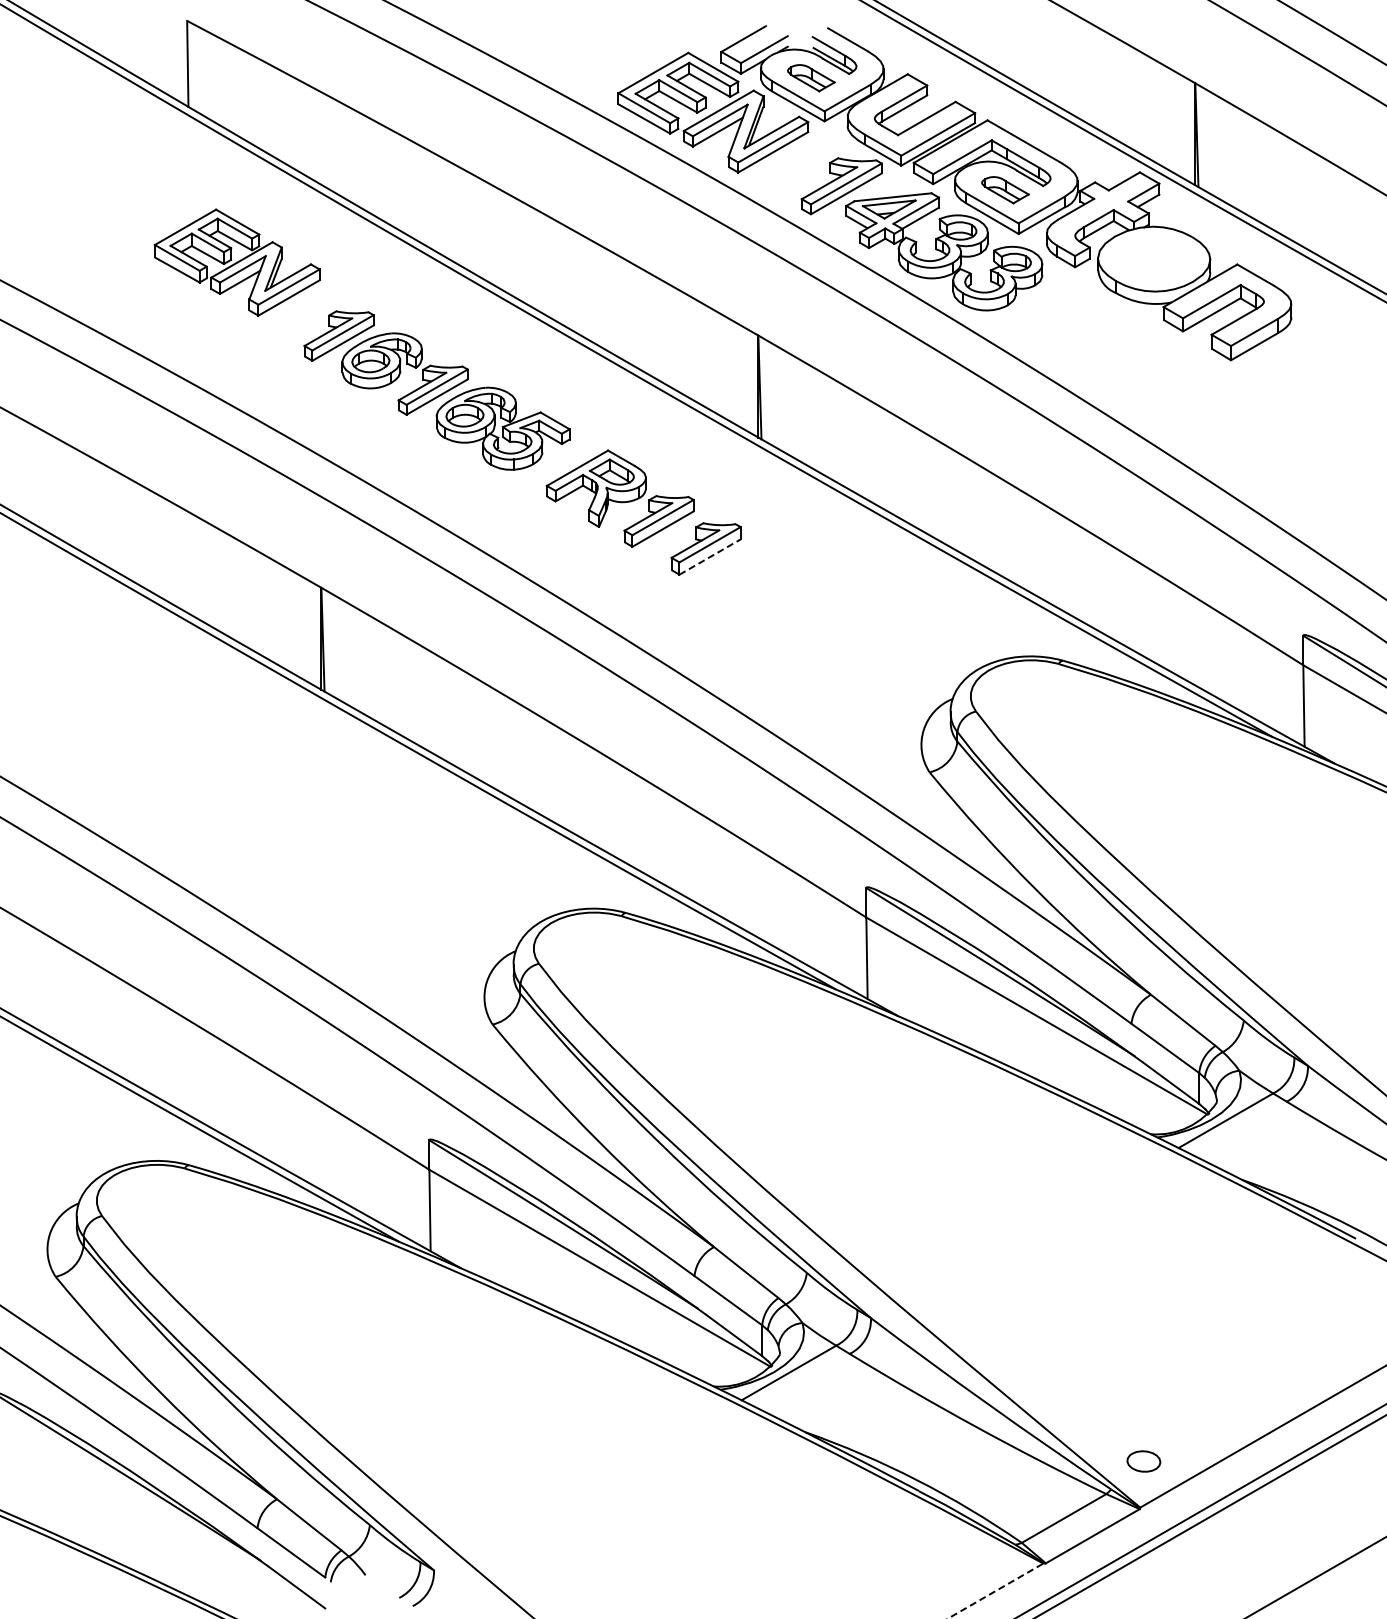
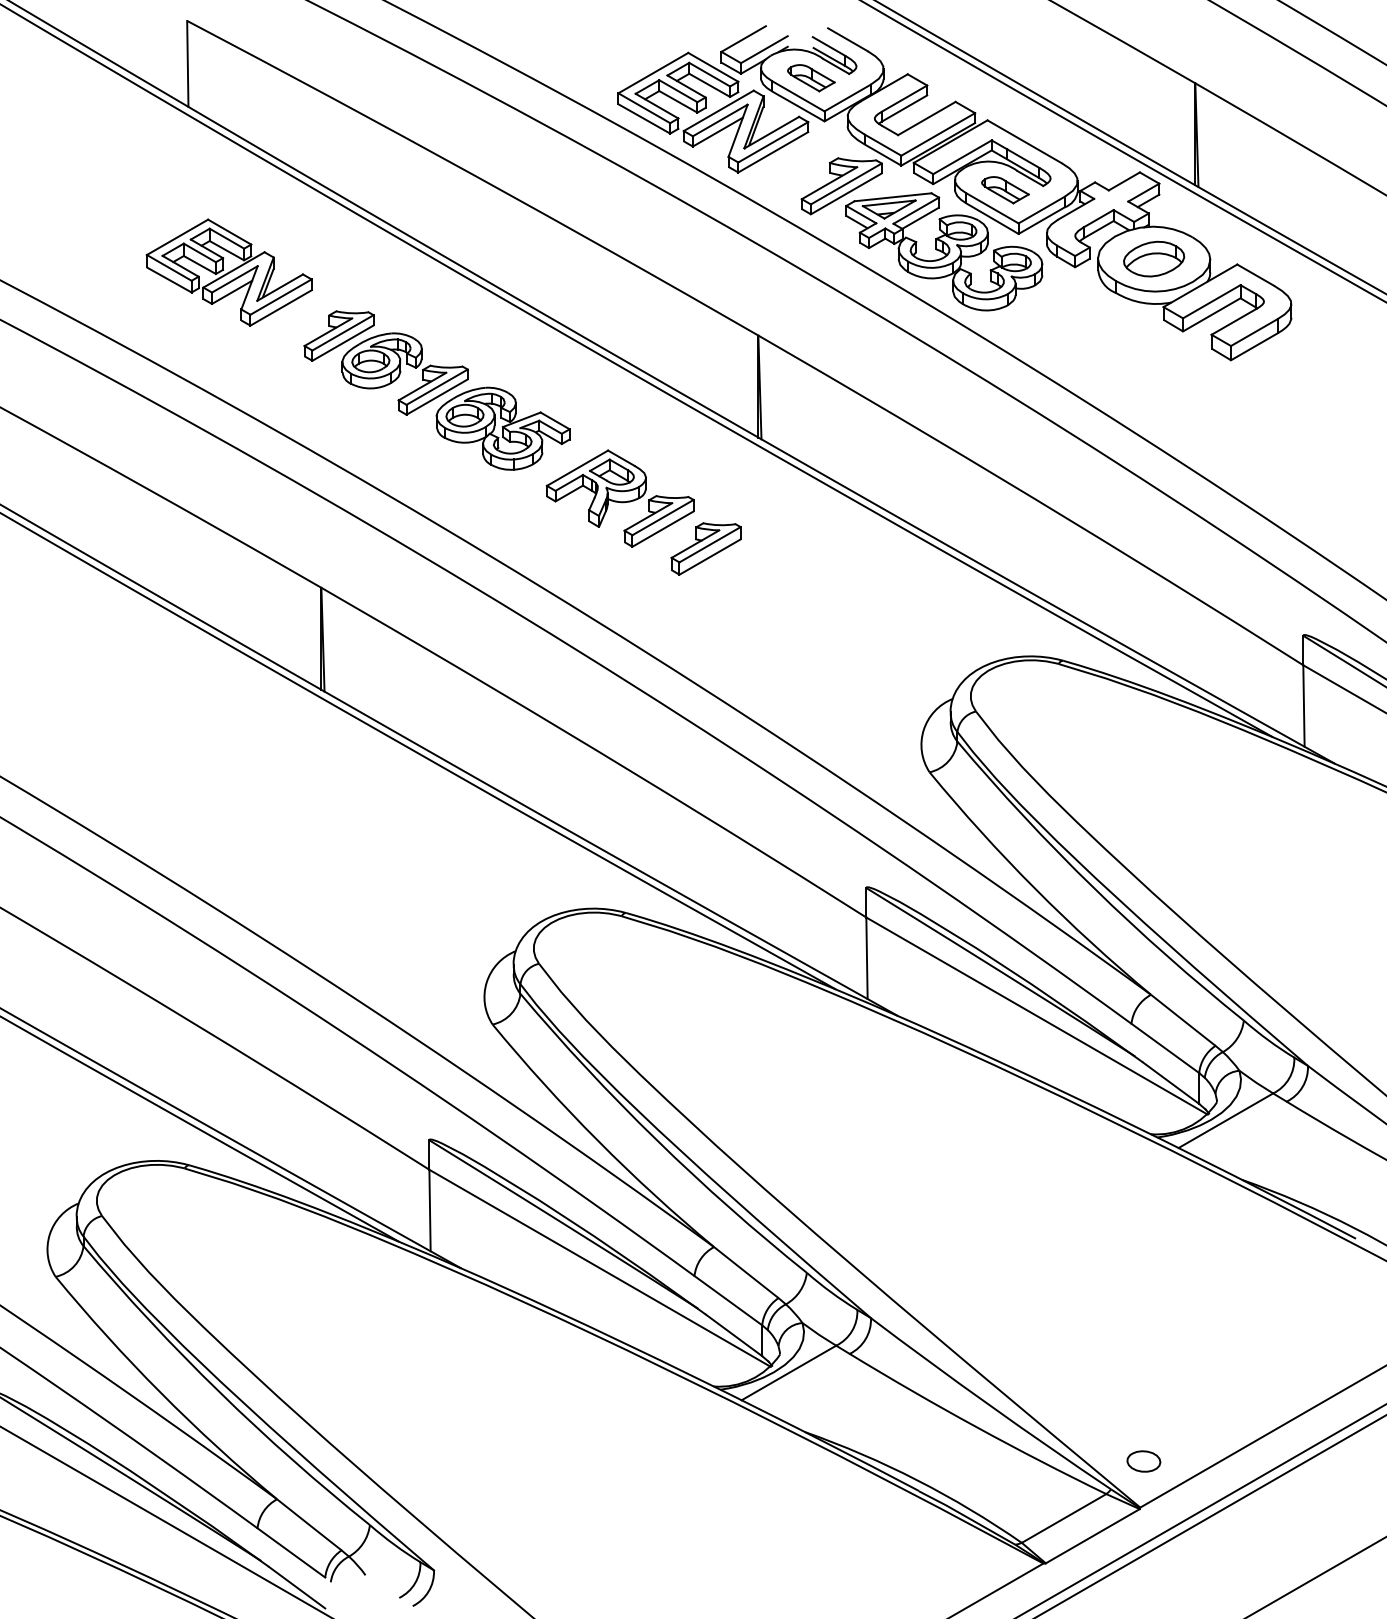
part at (1154, 258): none -> present
part at (236, 262) position: (236, 262) -> (228, 272)
line at (710, 556): dashed -> solid
line at (164, 1521): none -> present
line at (995, 1591): dashed -> solid
